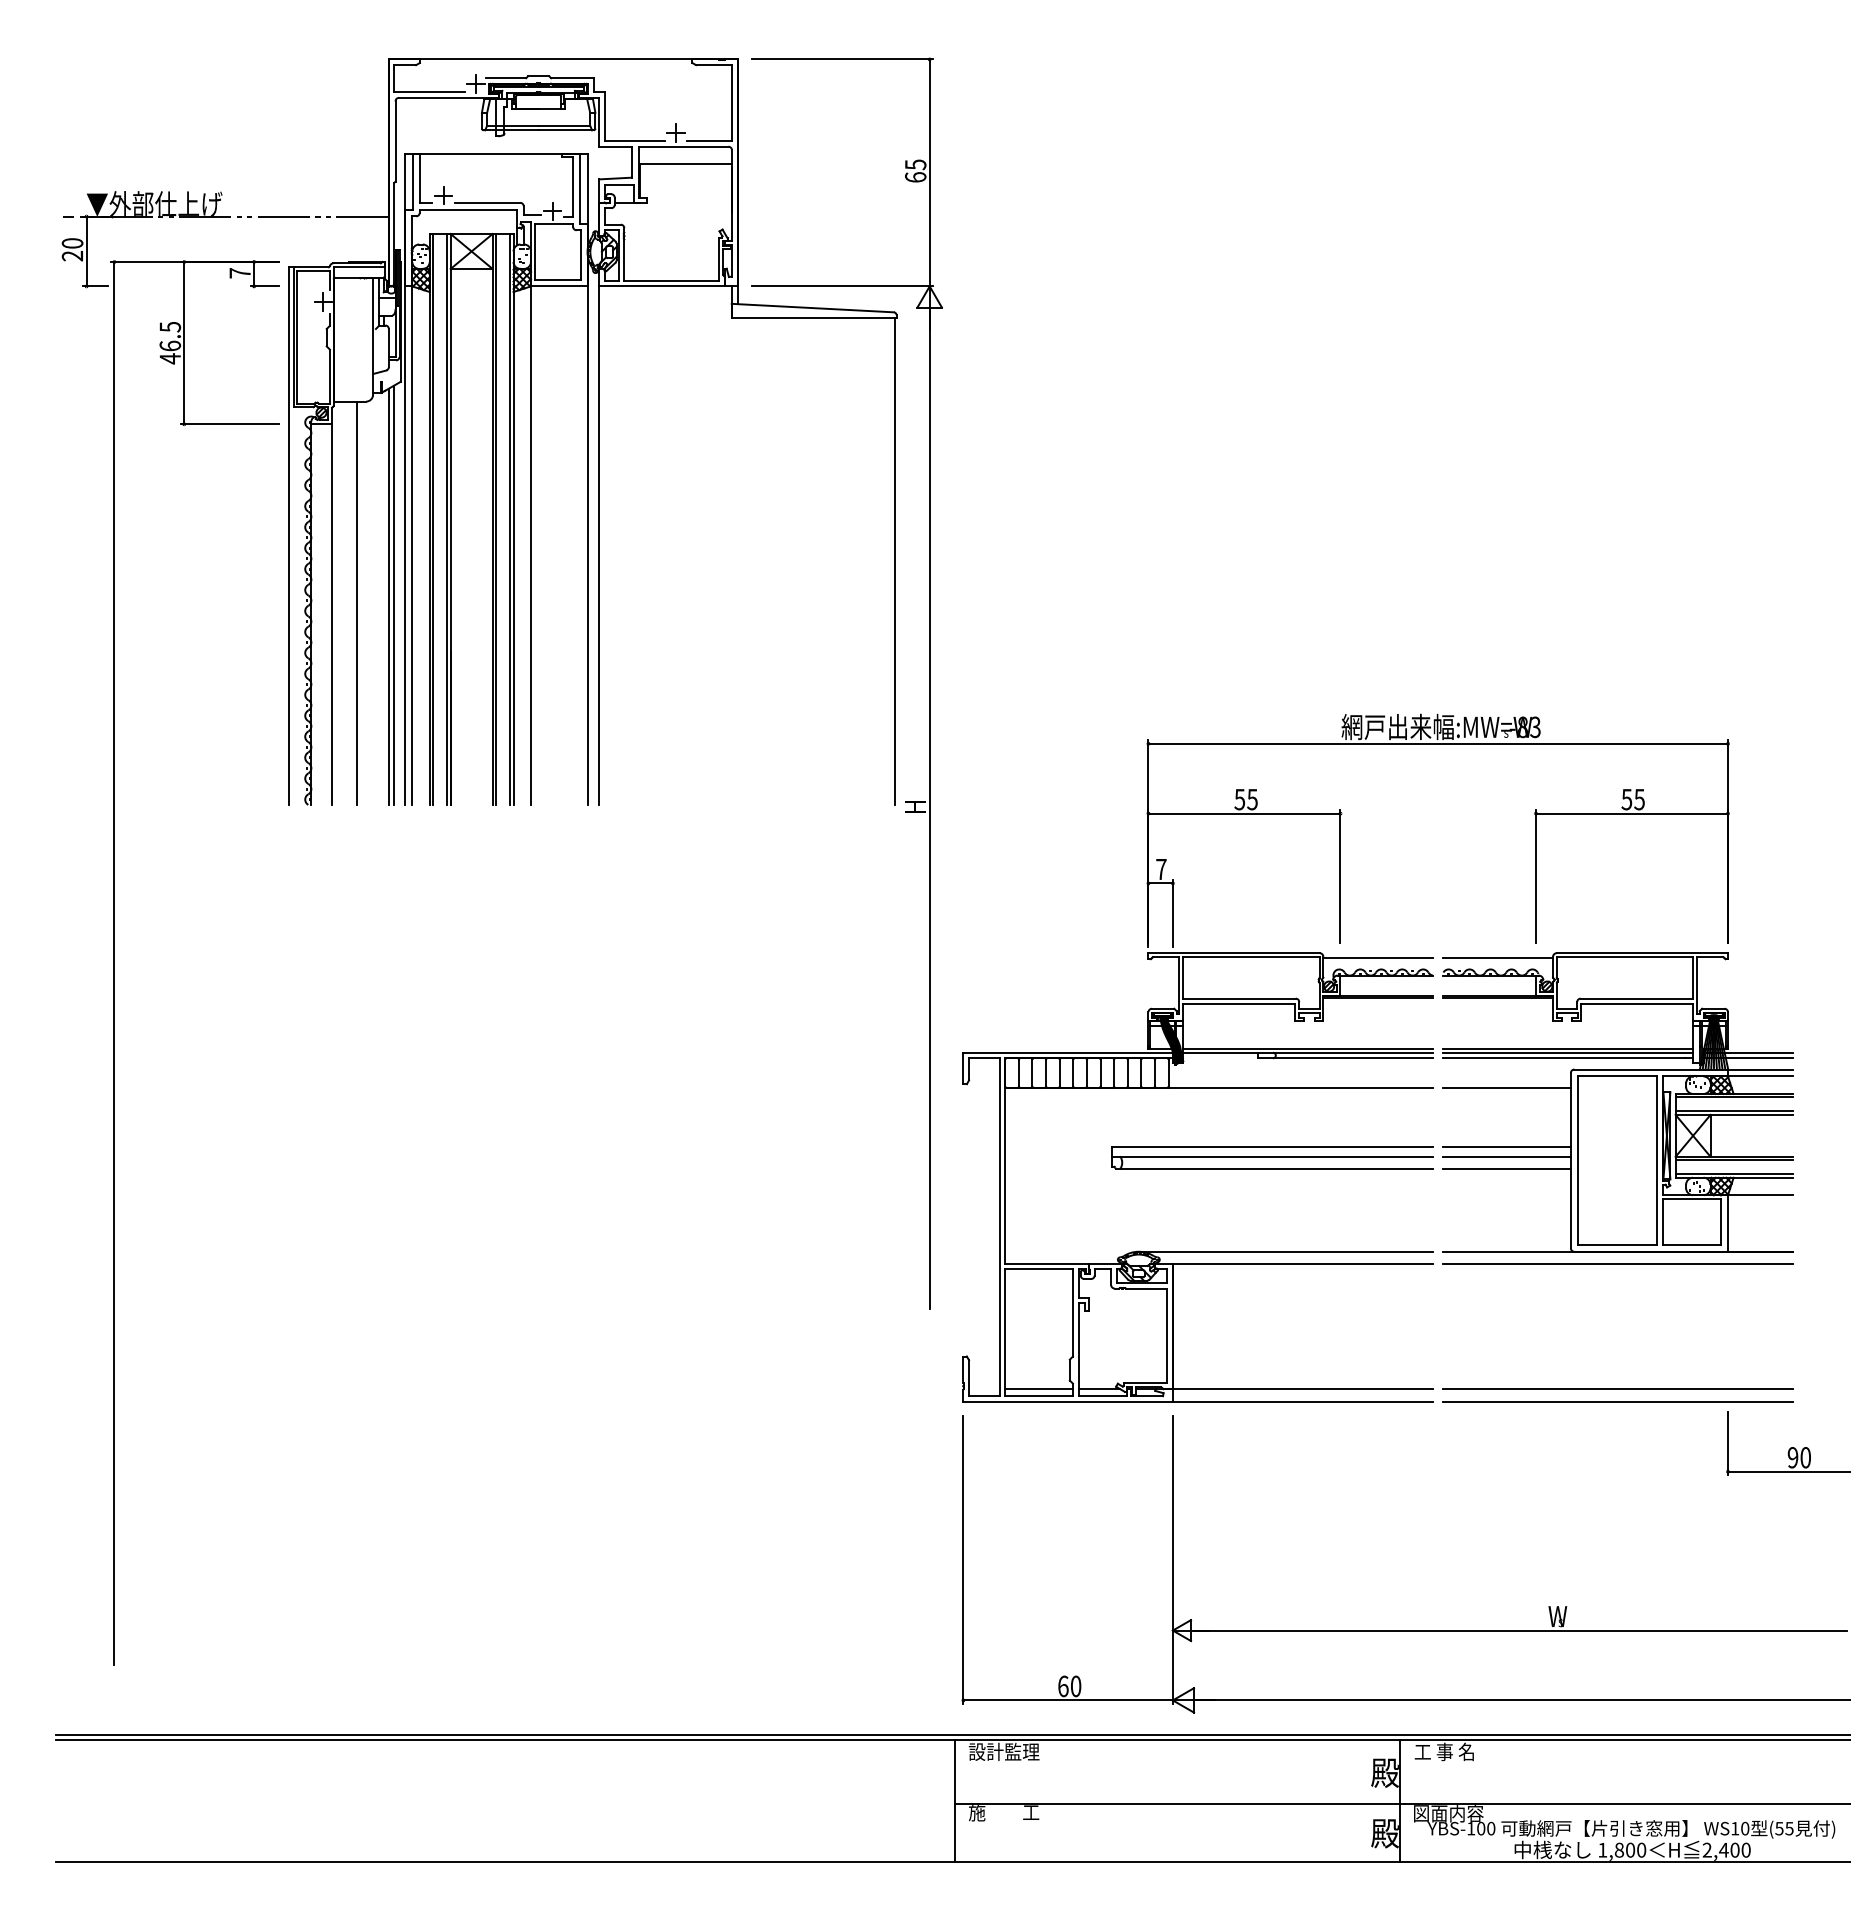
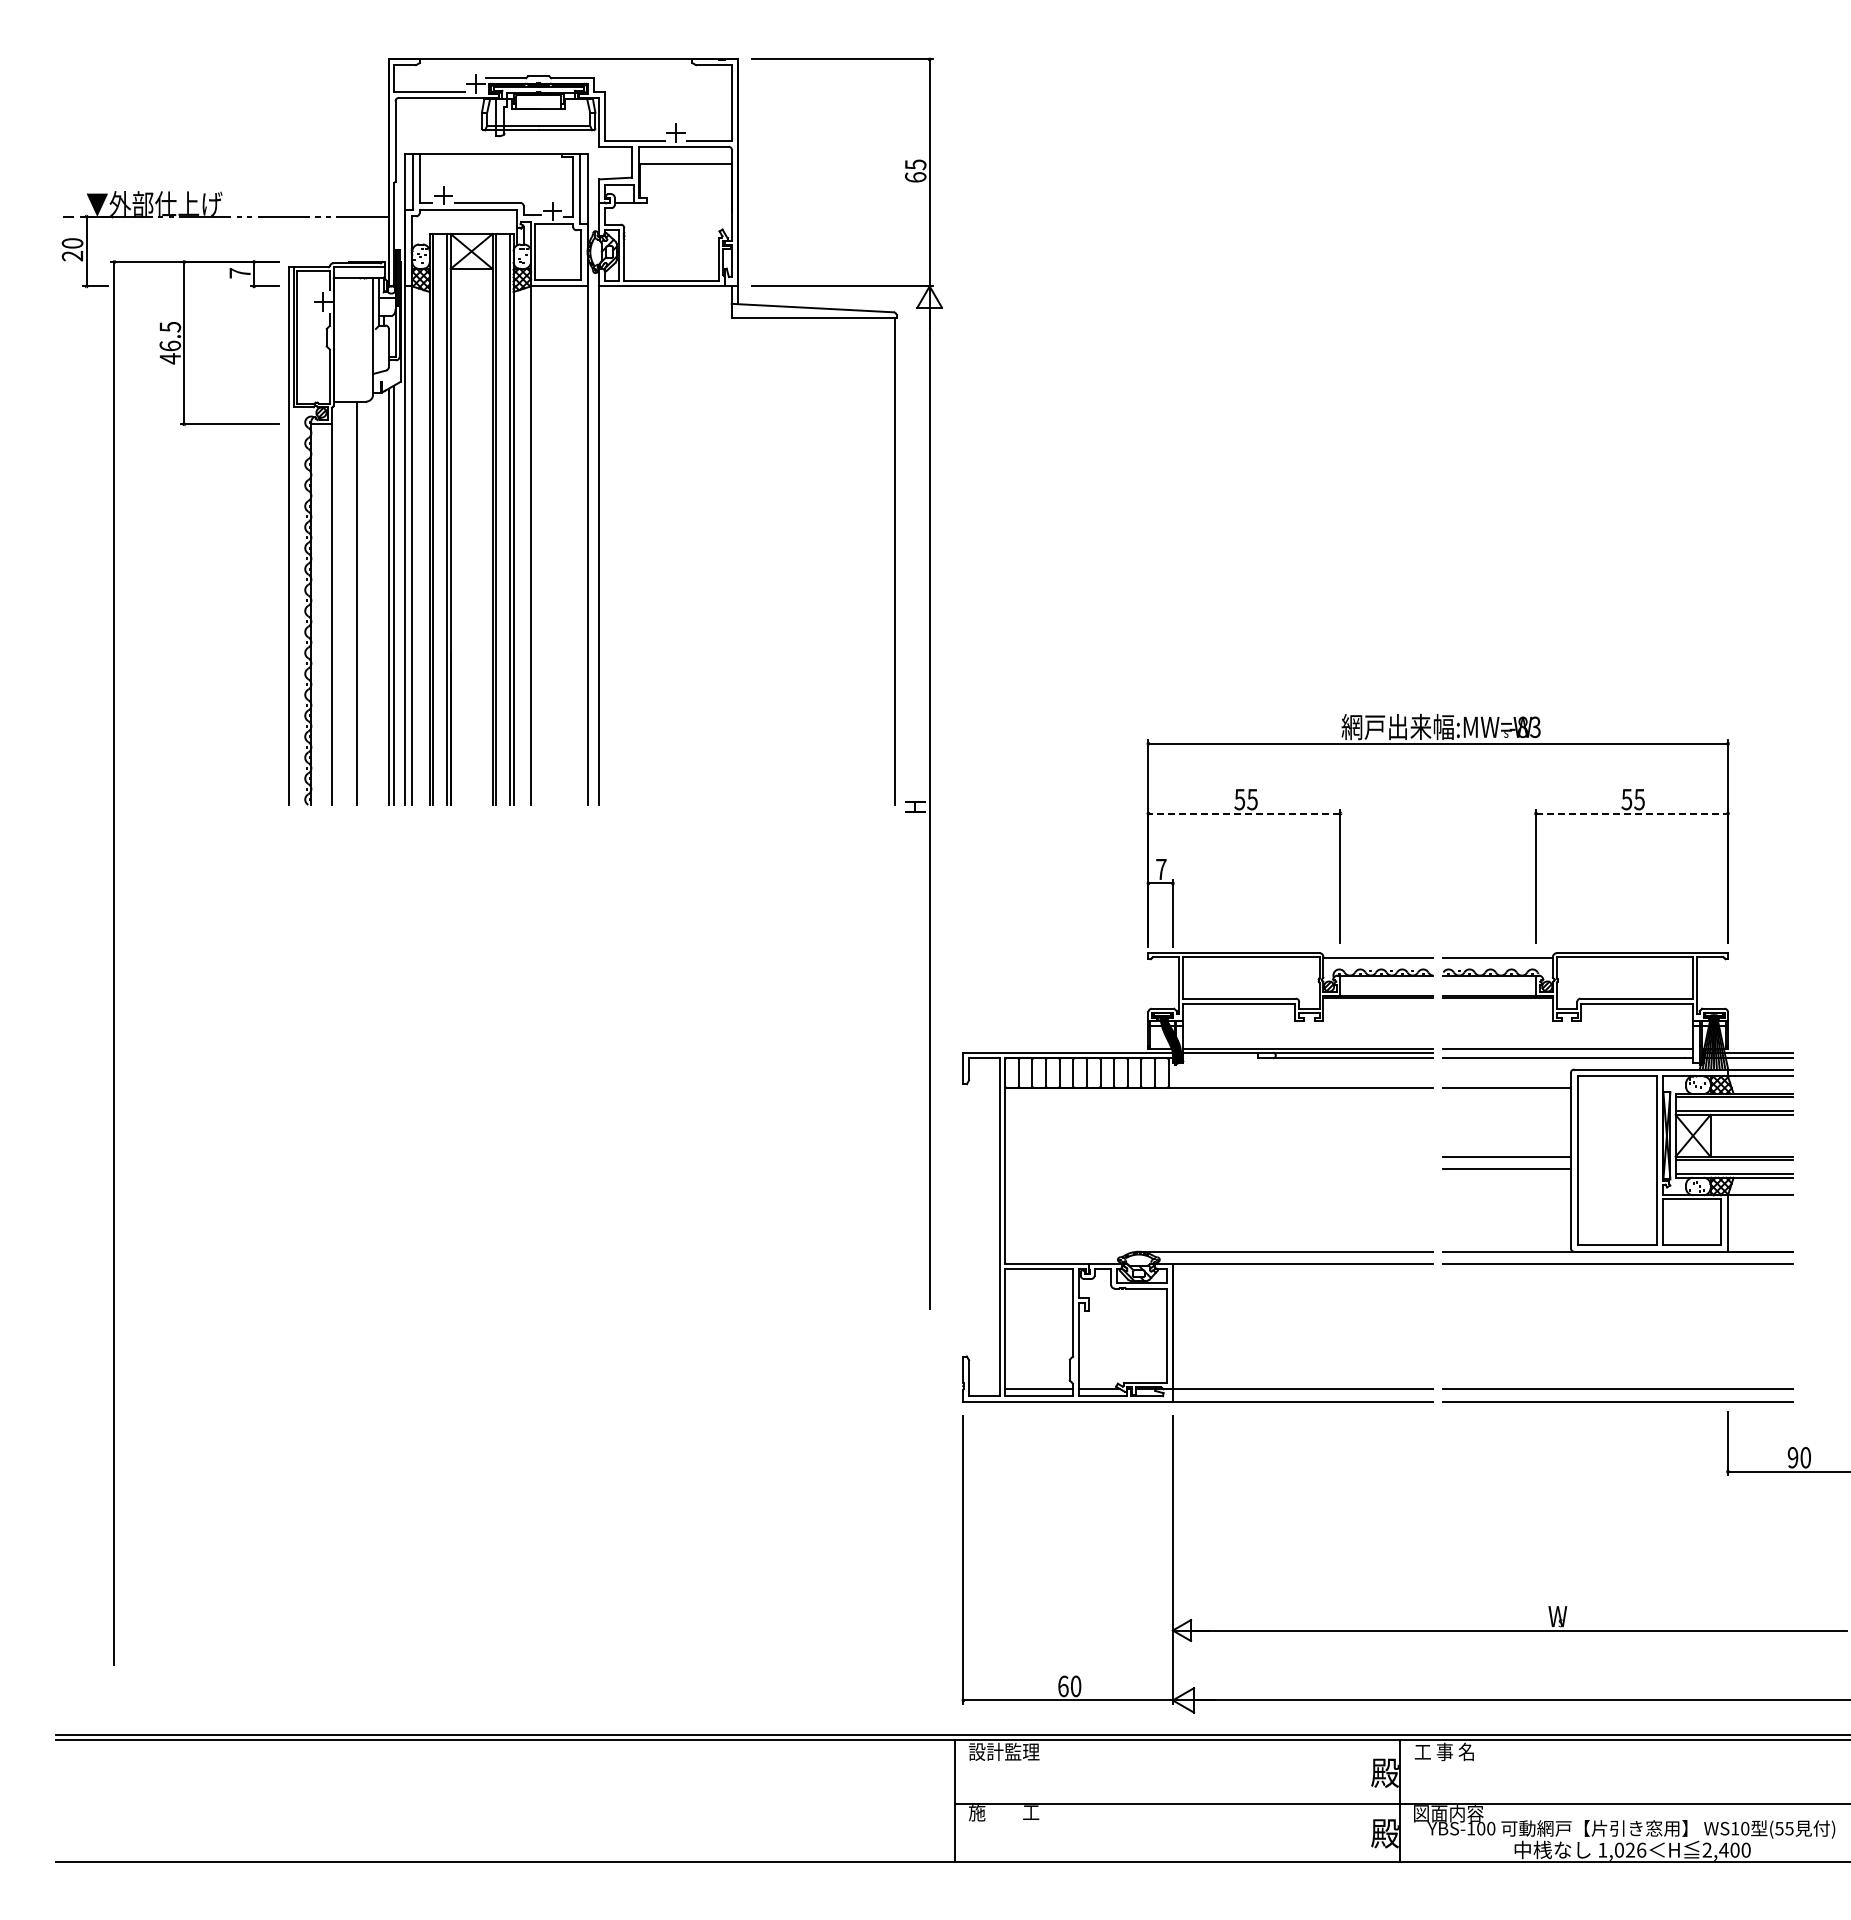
line at (1243, 813): solid -> dashed
line at (1632, 813): solid -> dashed
line at (1568, 1052): present -> none
line at (1506, 1147): present -> none
part at (1272, 1157): present -> none
text at (1630, 1849): 1,800 -> 1,026
